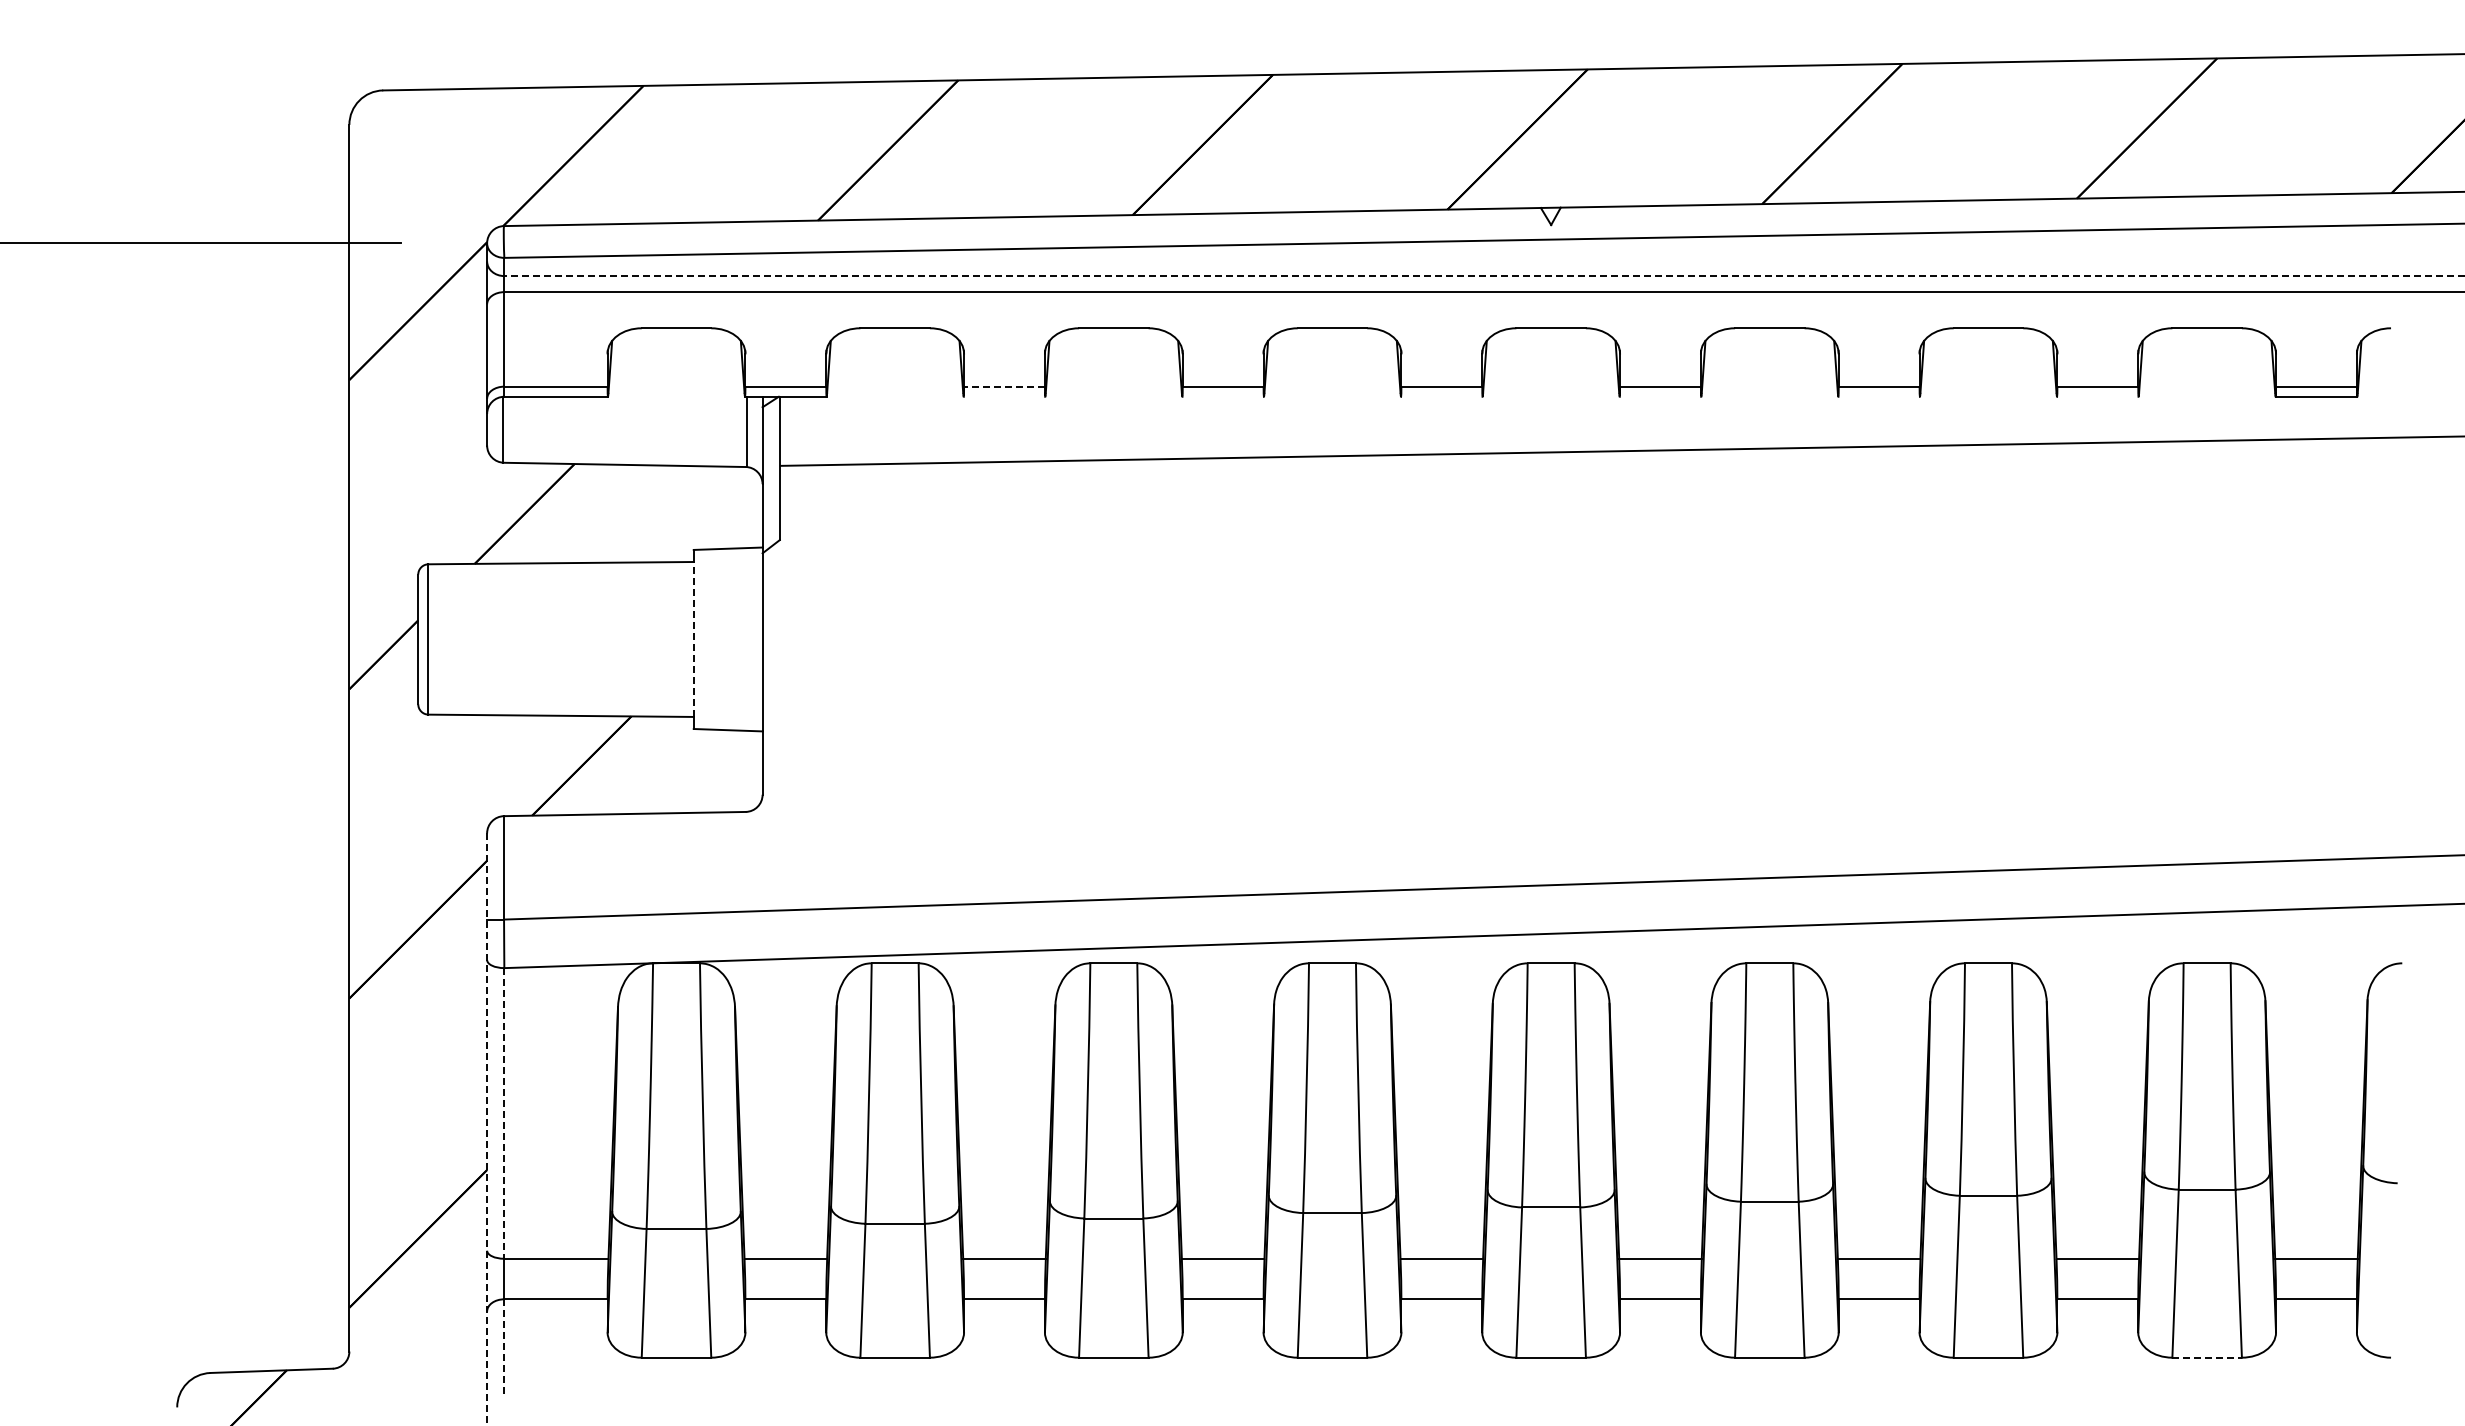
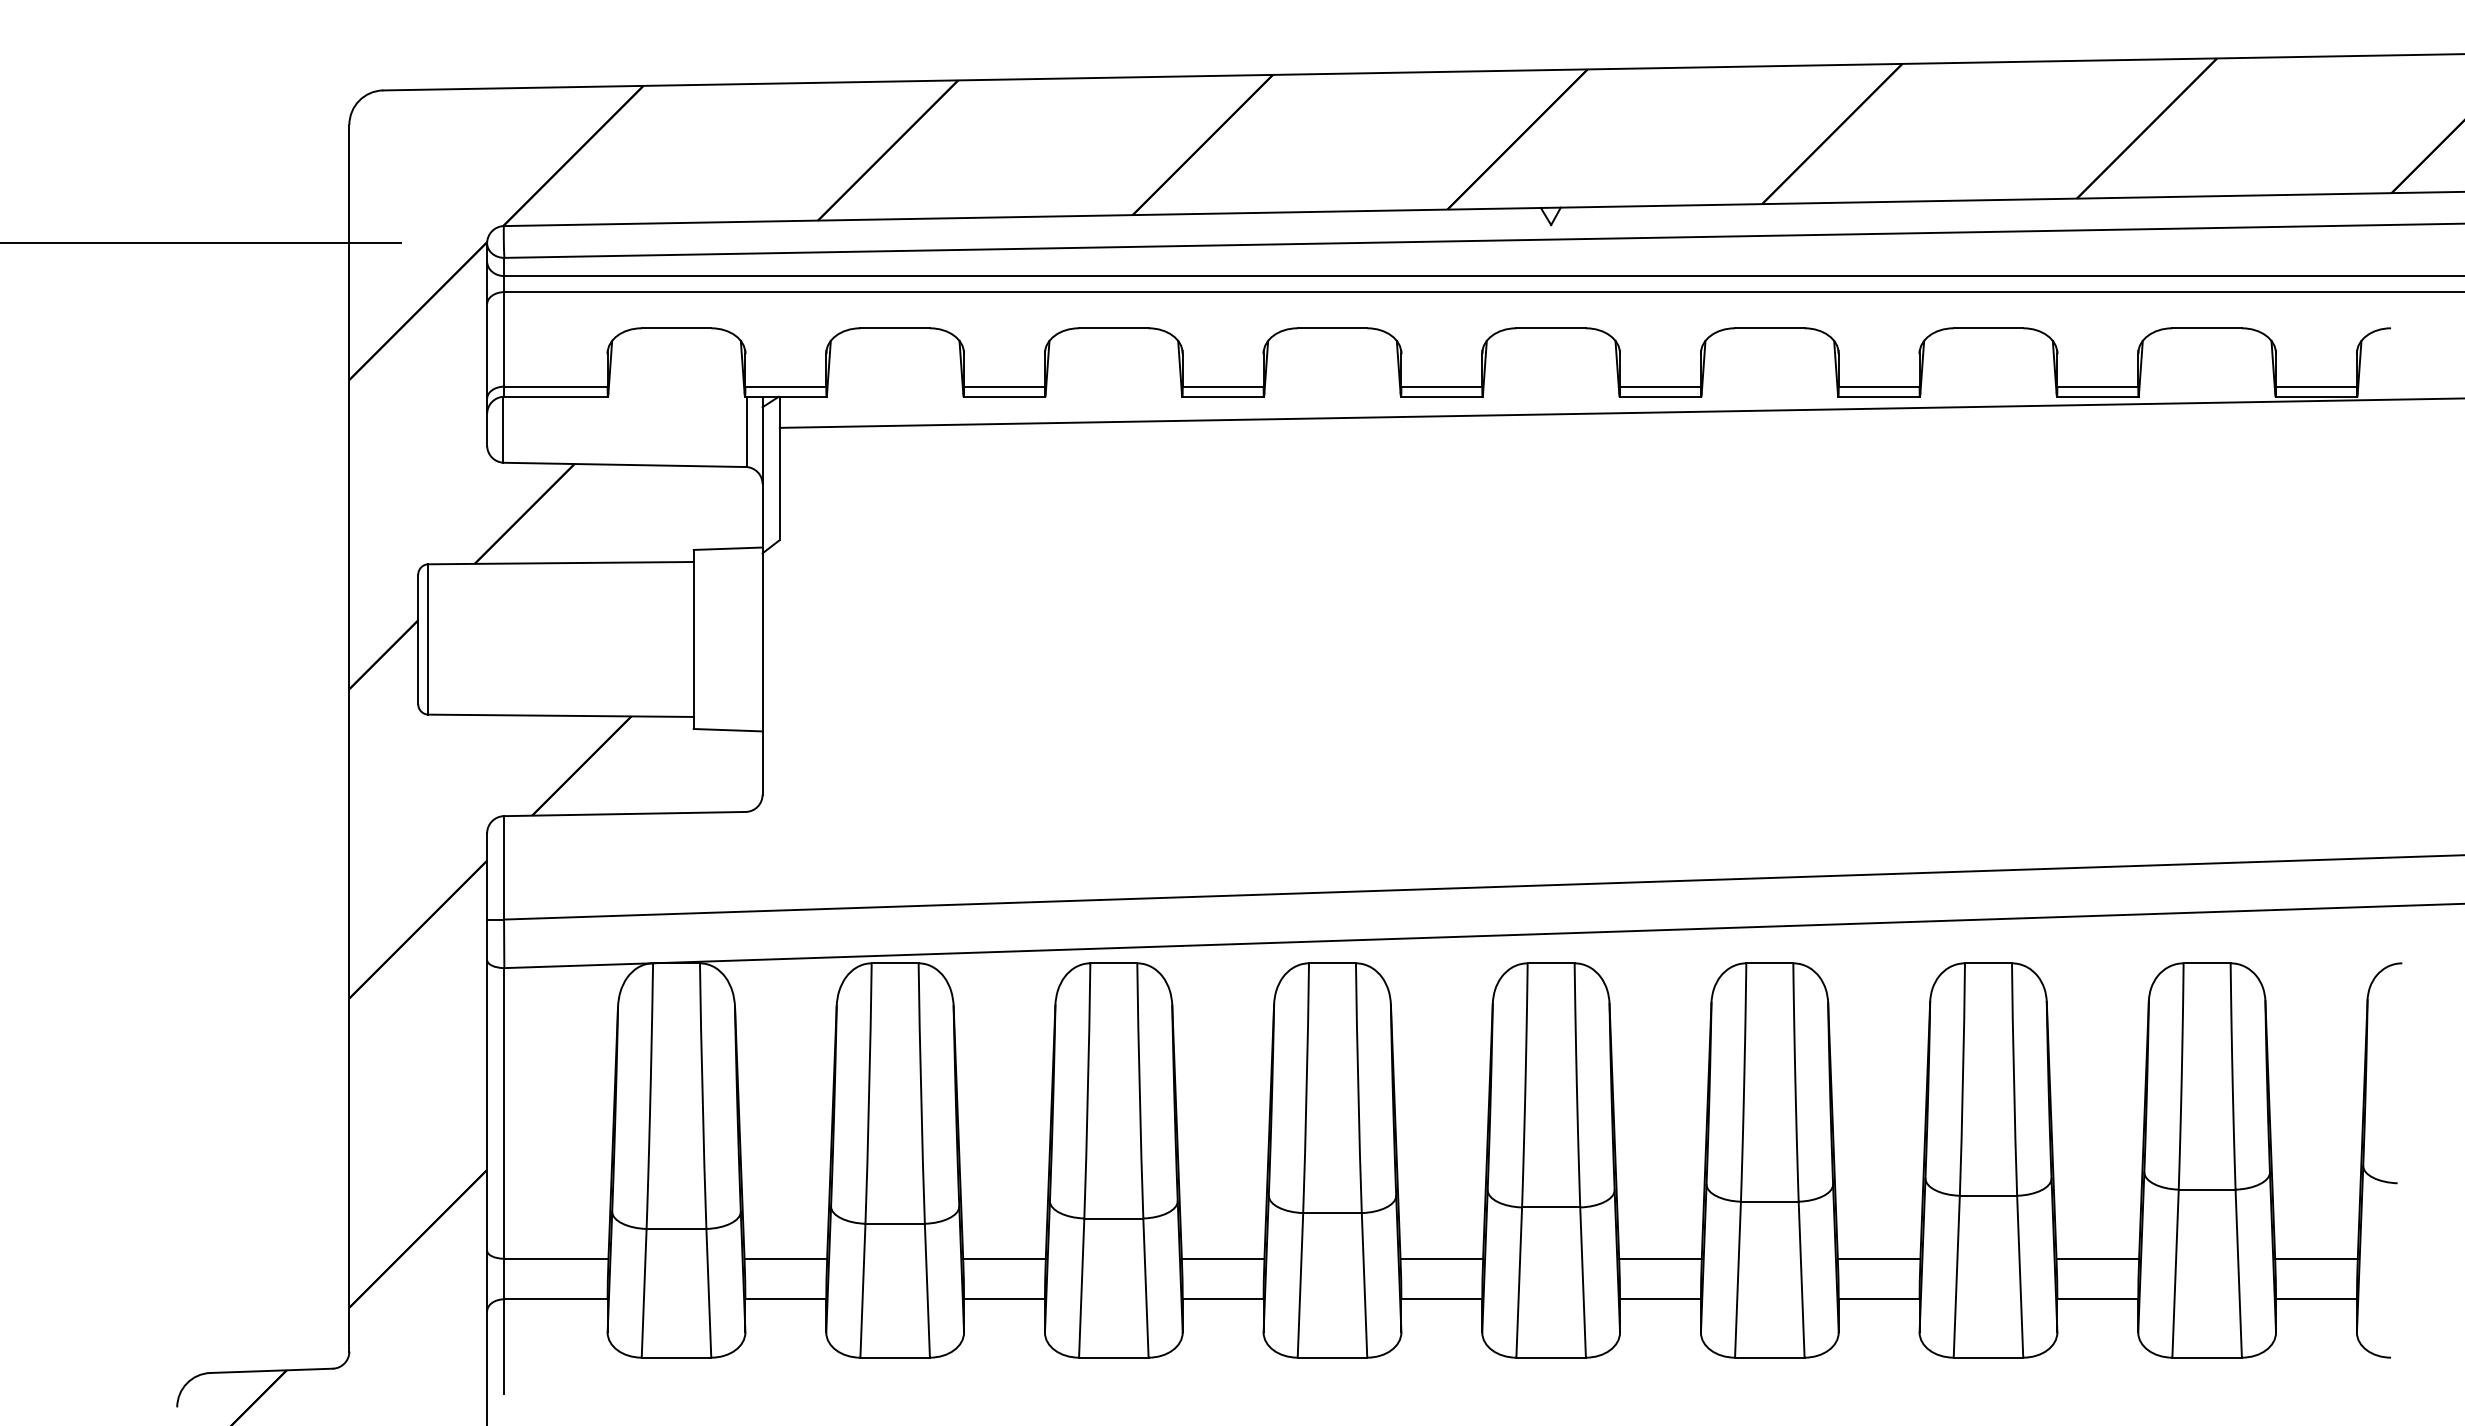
line at (1484, 276): dashed -> solid
line at (1004, 386): dashed -> solid
line at (1004, 396): none -> present
line at (1222, 396): none -> present
line at (1441, 396): none -> present
line at (1660, 396): none -> present
line at (1878, 396): none -> present
line at (2097, 396): none -> present
line at (1620, 450) position: (1620, 450) -> (1620, 412)
line at (693, 638): dashed -> solid
line at (504, 1113): dashed -> solid
line at (487, 1130): dashed -> solid
line at (504, 1347): dashed -> solid
line at (2207, 1357): dashed -> solid
